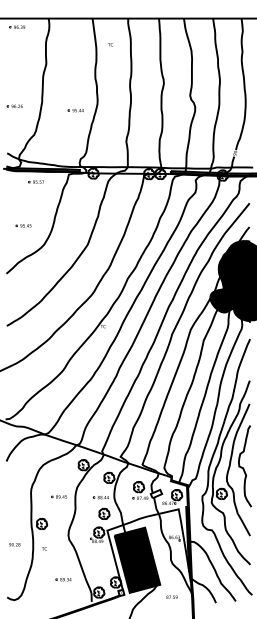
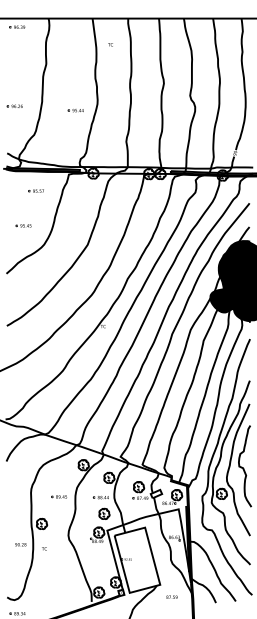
part at (35, 181) position: (35, 181) -> (35, 190)
text at (14, 544) position: (14, 544) -> (20, 544)
fill at (137, 559): present -> none
line at (63, 579) position: (63, 579) -> (17, 613)
